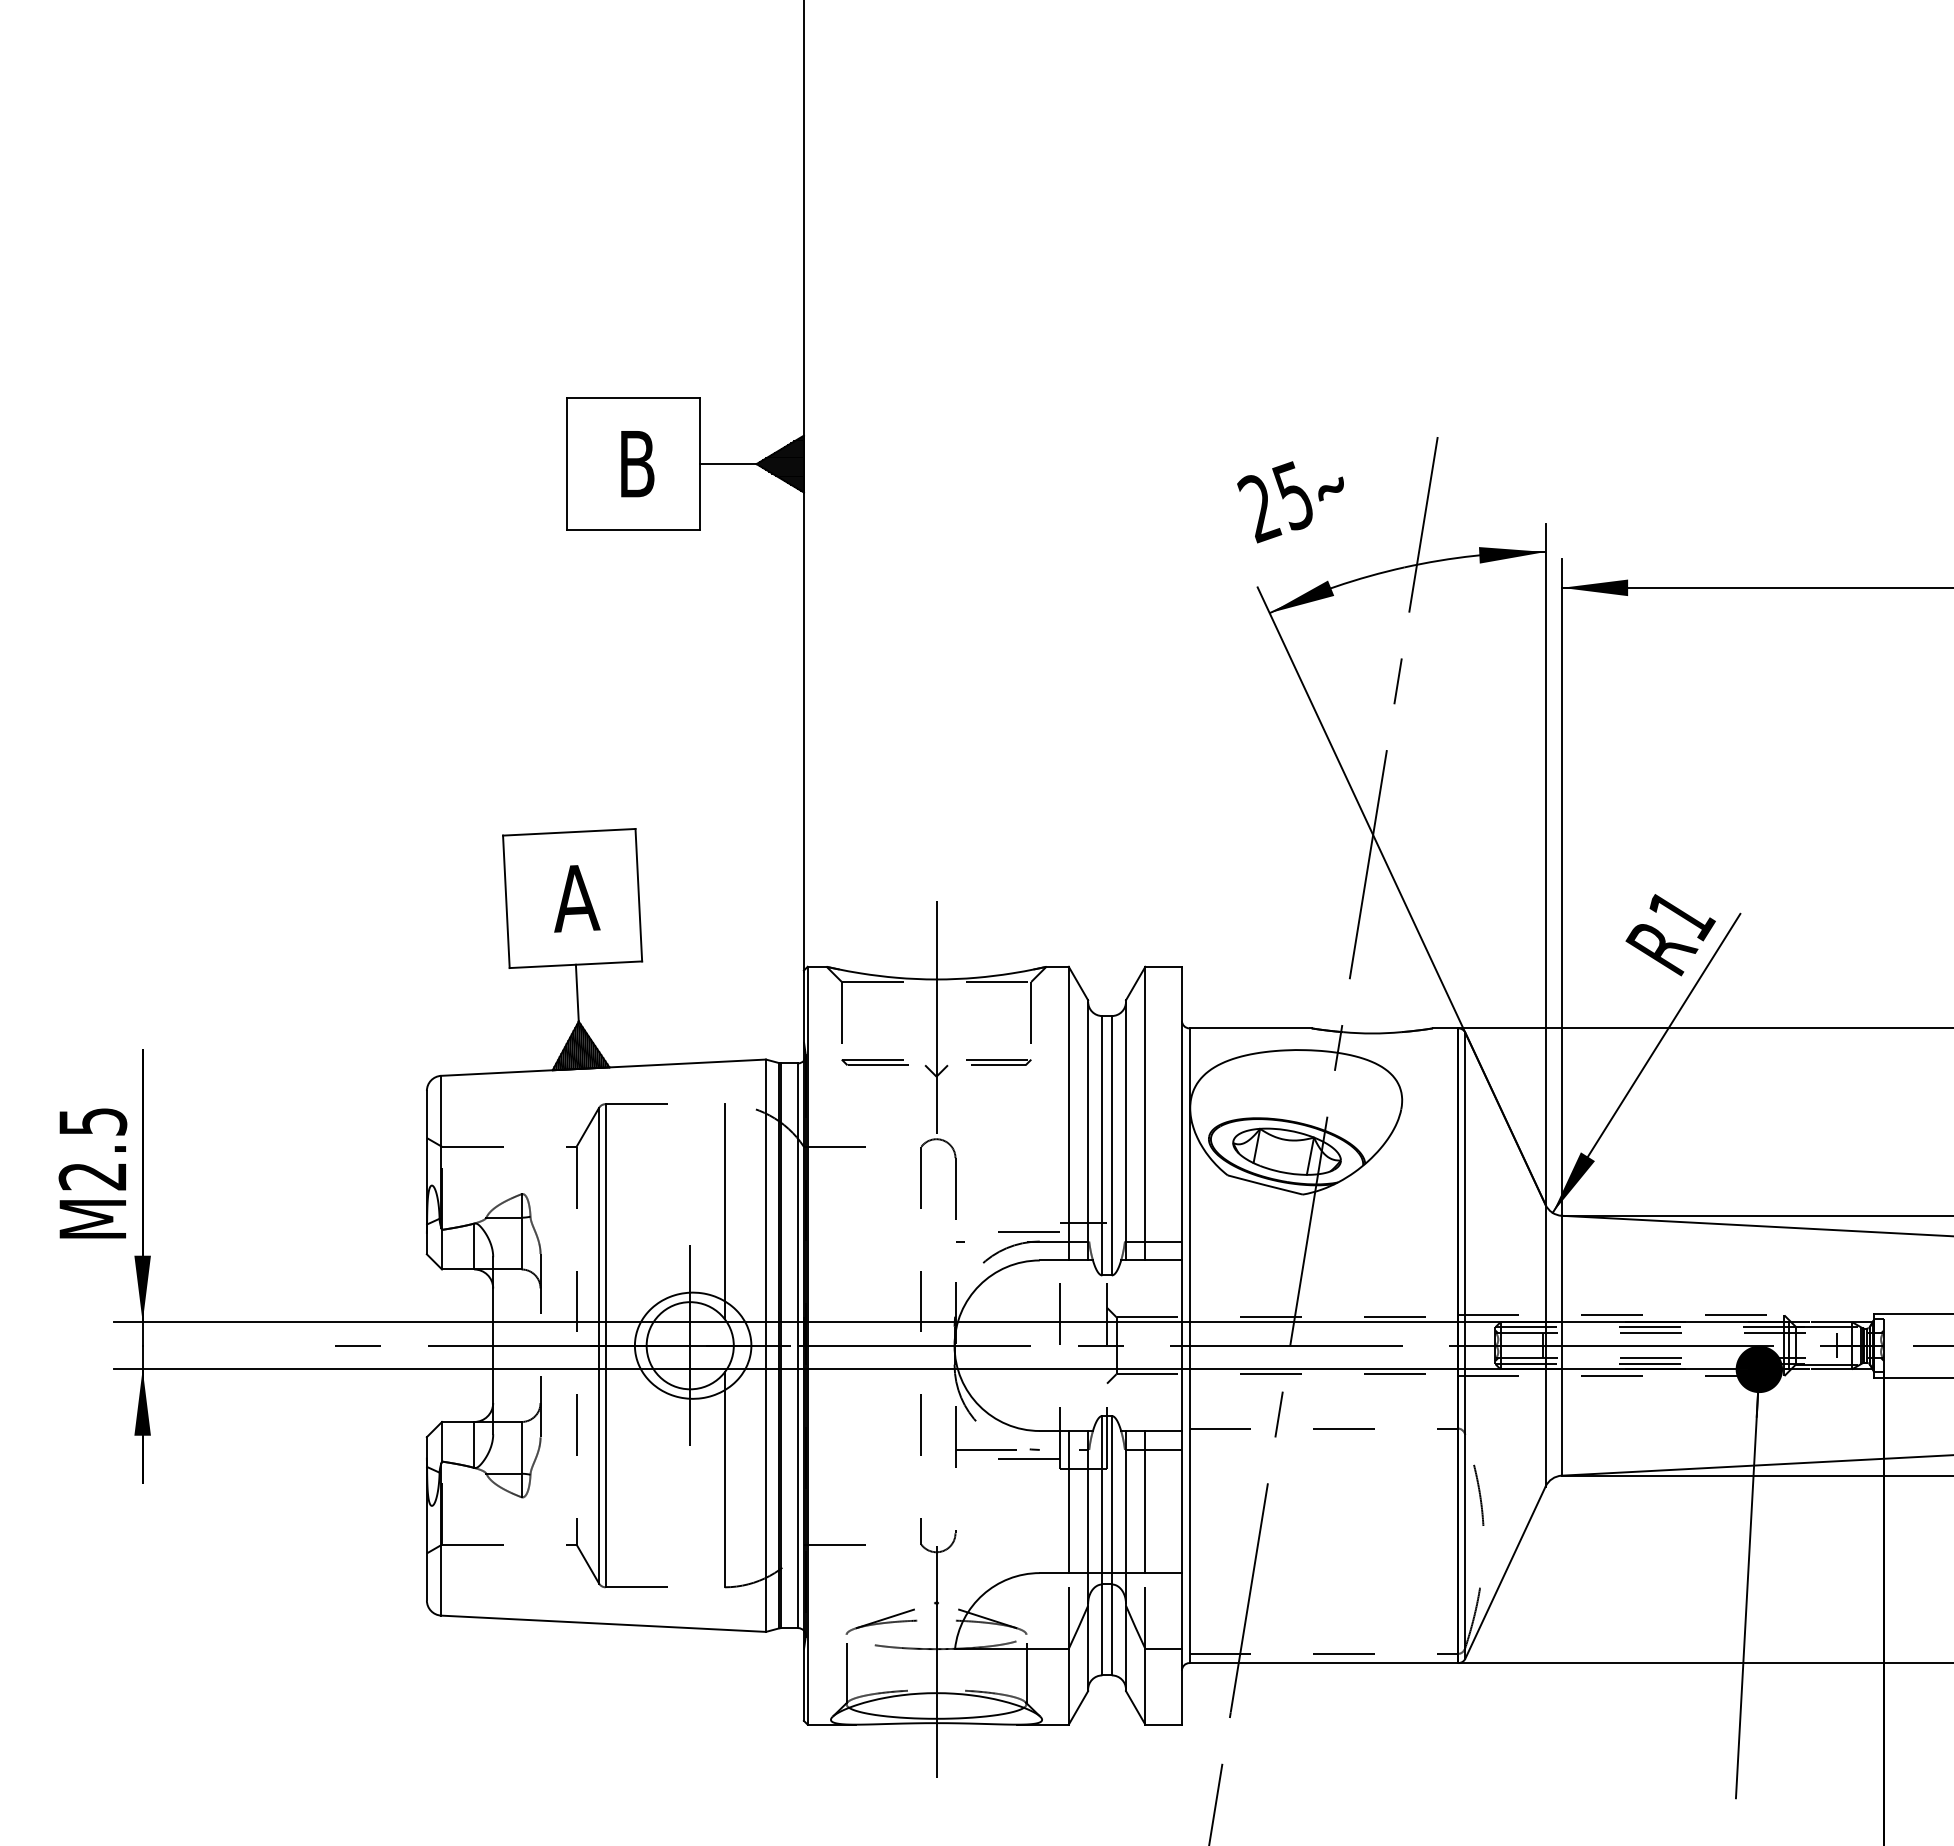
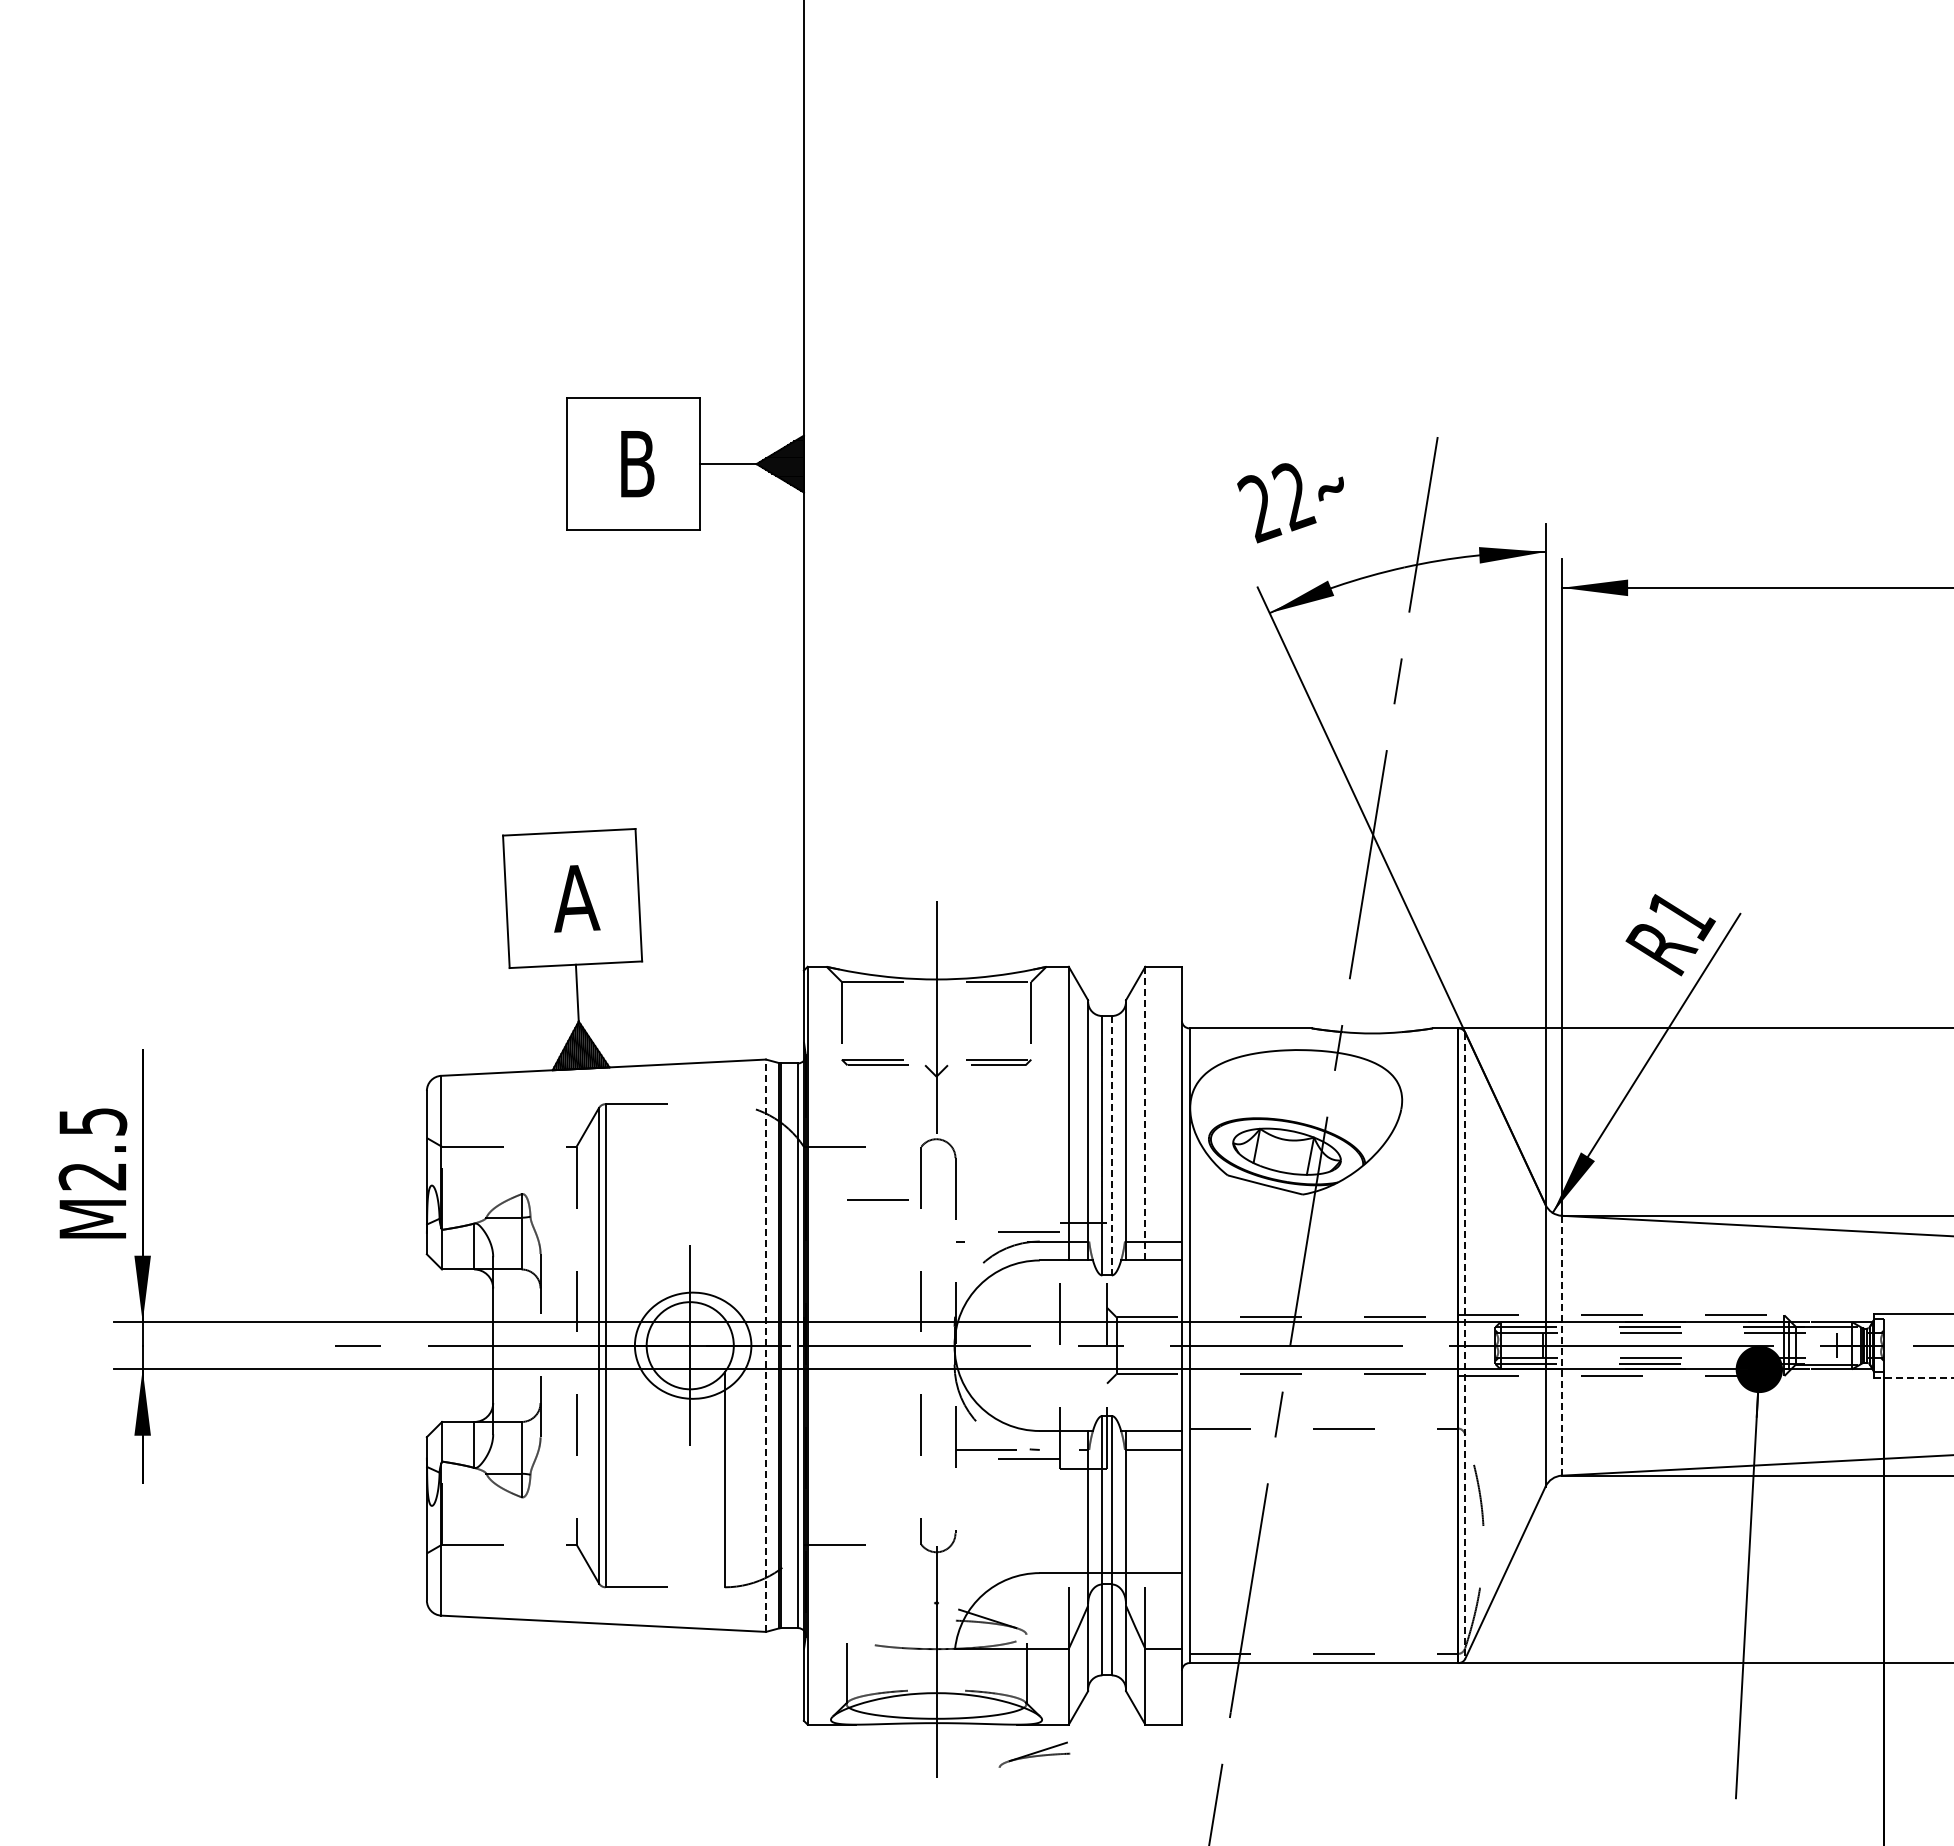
text at (1293, 496): 25 -> 22
line at (1145, 1113): solid -> dashed
line at (1111, 1145): solid -> dashed
line at (877, 1199): none -> present
line at (724, 1211): present -> none
line at (766, 1345): solid -> dashed
line at (1465, 1345): solid -> dashed
line at (1561, 1345): solid -> dashed
line at (1914, 1377): solid -> dashed
line at (1068, 1502): present -> none
line at (1145, 1502): present -> none
part at (881, 1621) position: (881, 1621) -> (1034, 1754)
